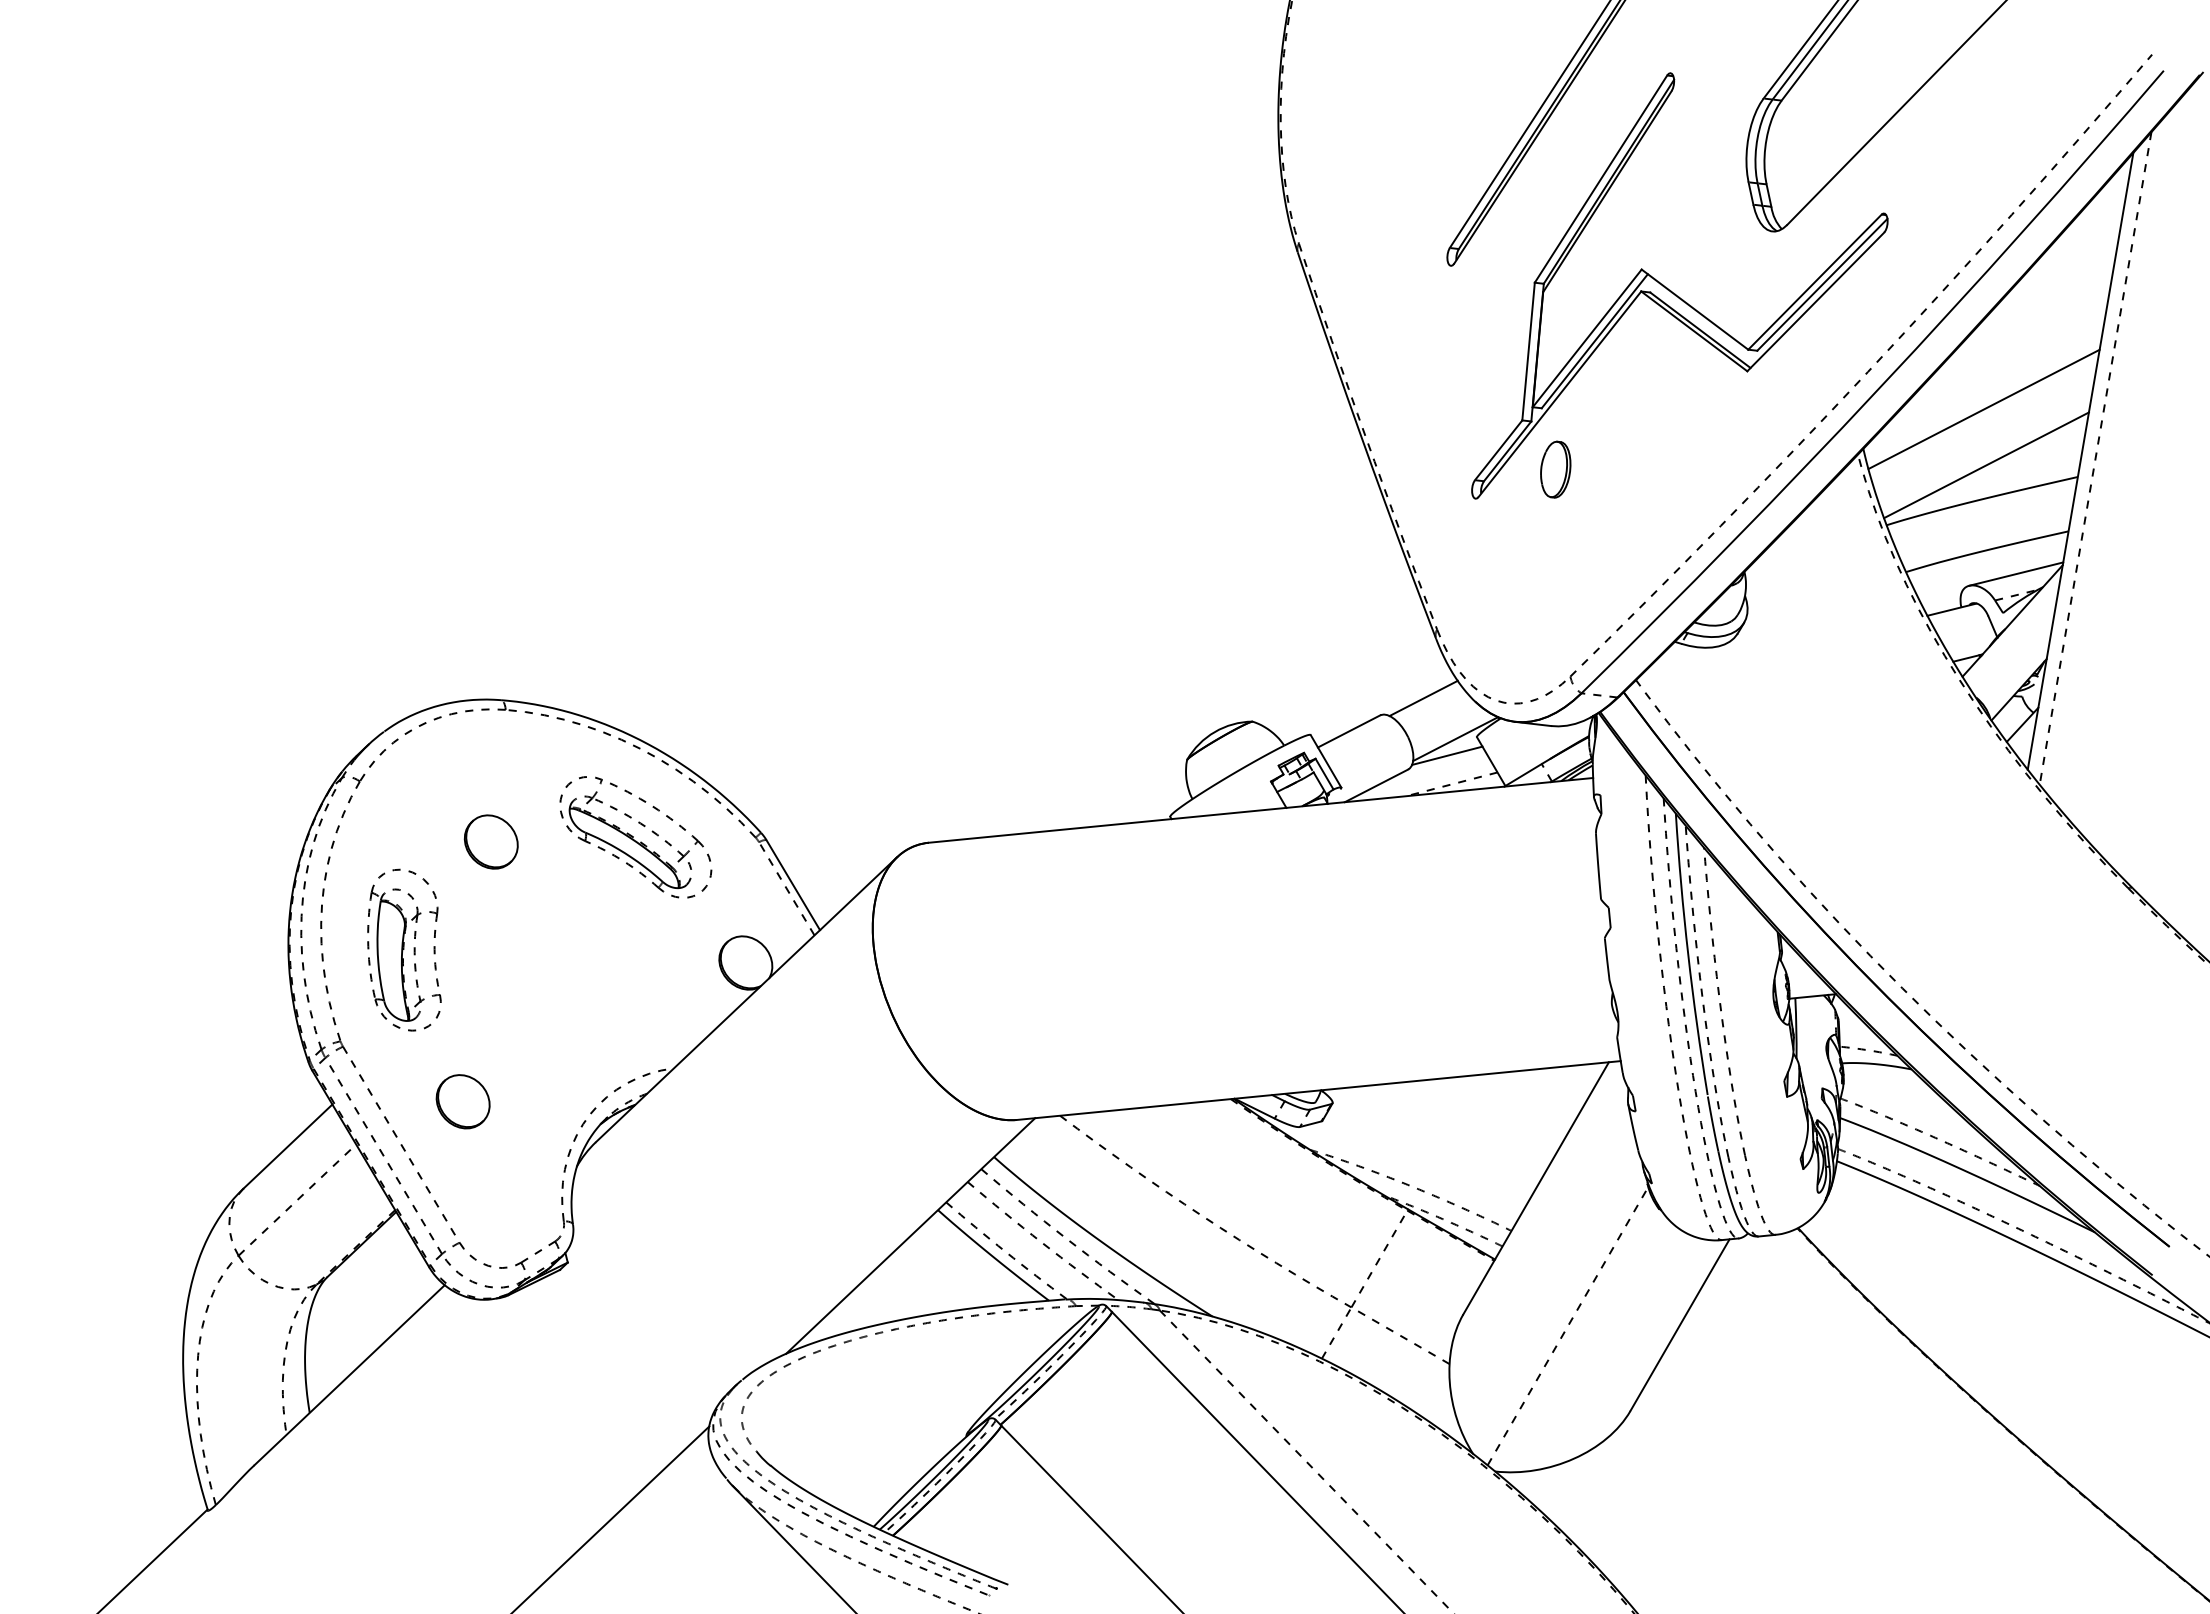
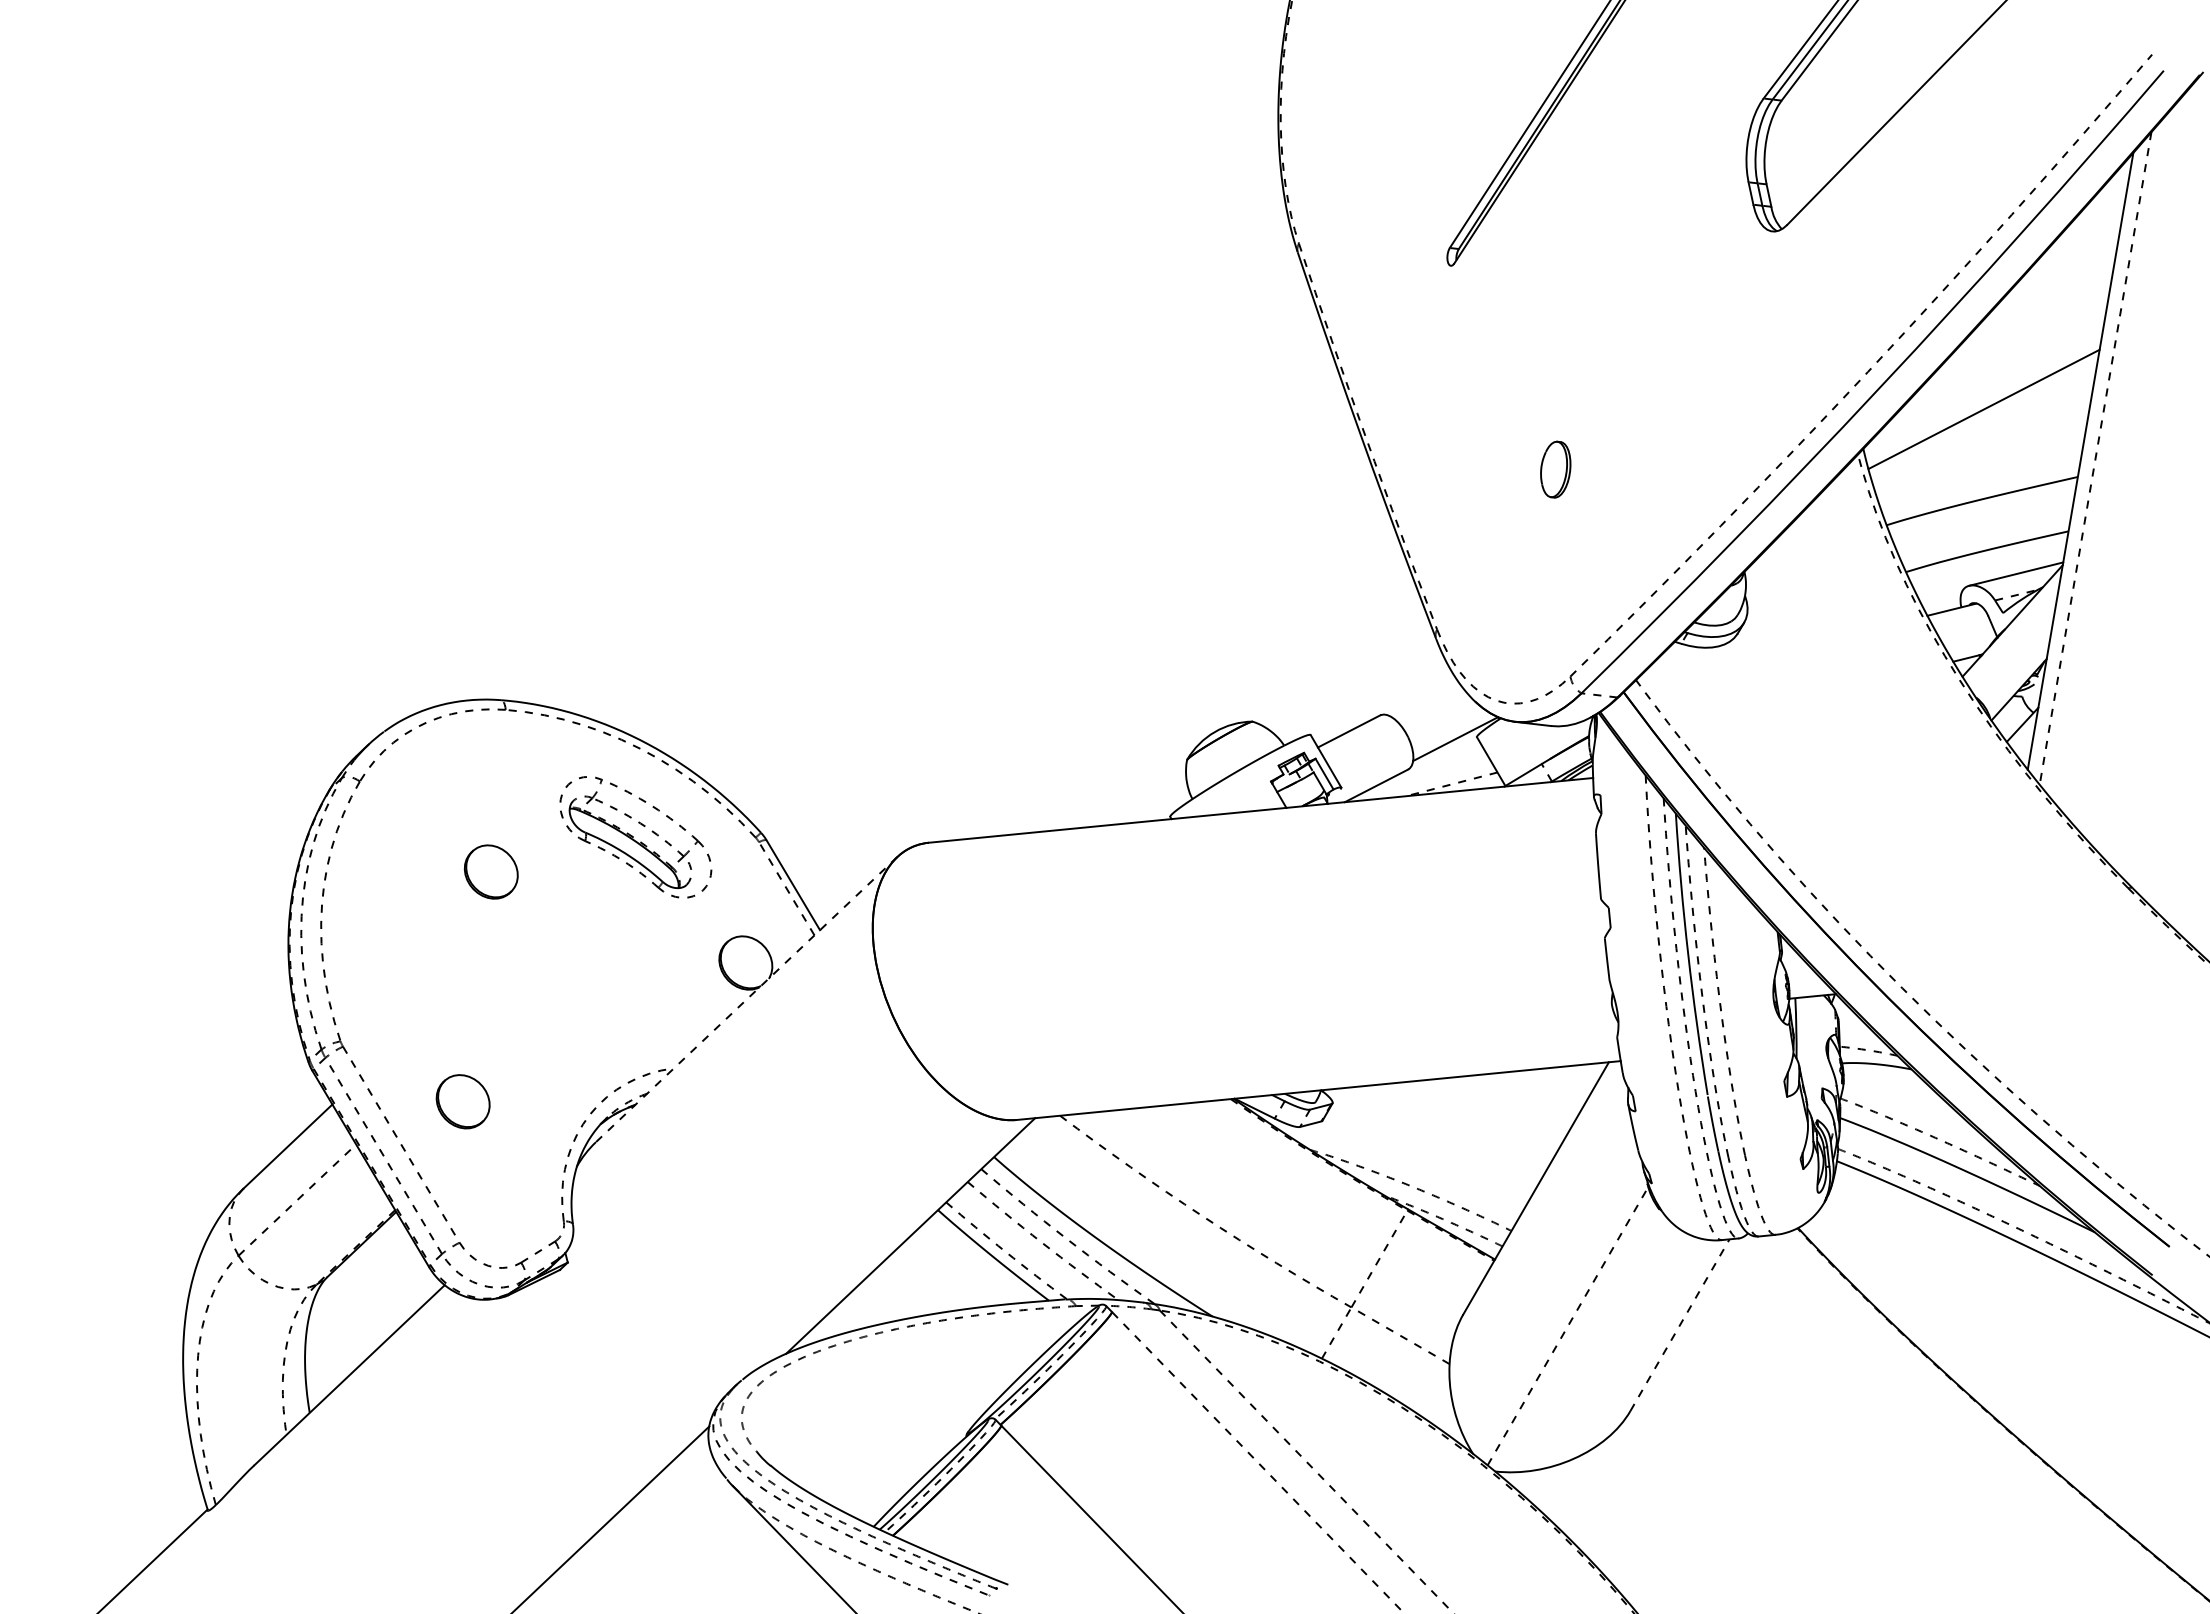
part at (1675, 293): present -> none
line at (1986, 465): present -> none
line at (1423, 698): present -> none
line at (1447, 755): present -> none
part at (490, 841) position: (490, 841) -> (490, 871)
part at (404, 949): present -> none
line at (746, 999): solid -> dashed
line at (1680, 1324): solid -> dashed
line at (1258, 1462): solid -> dashed
